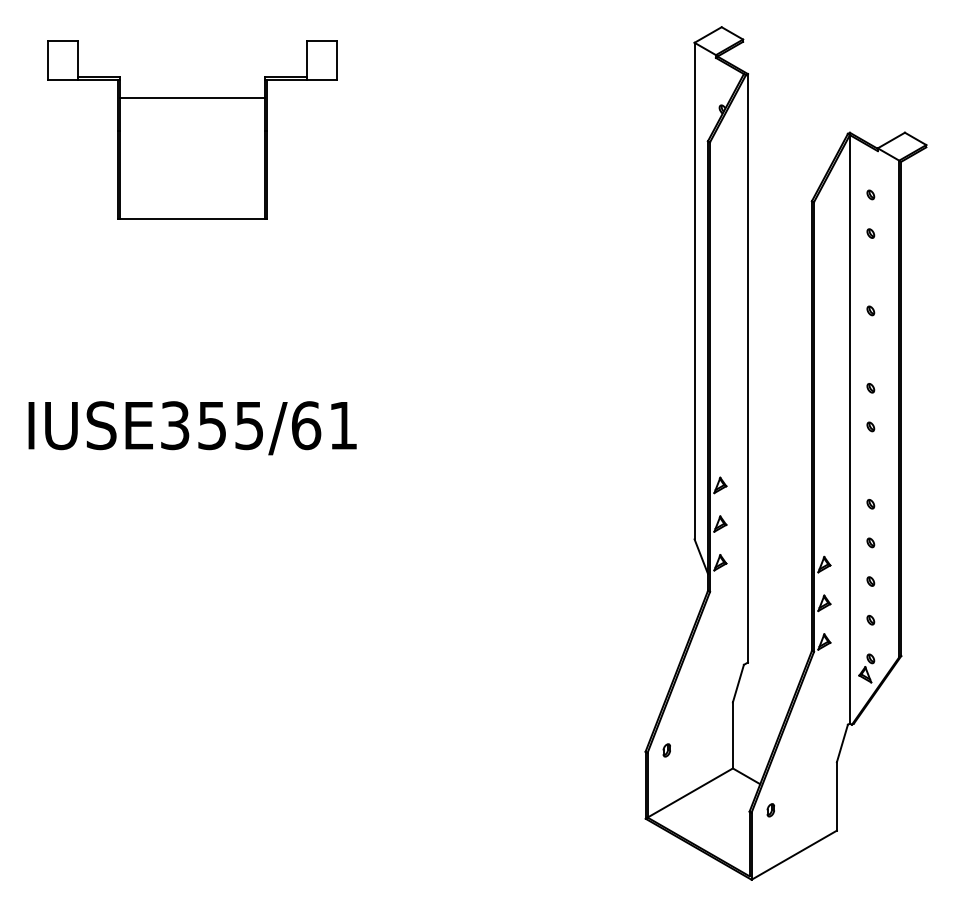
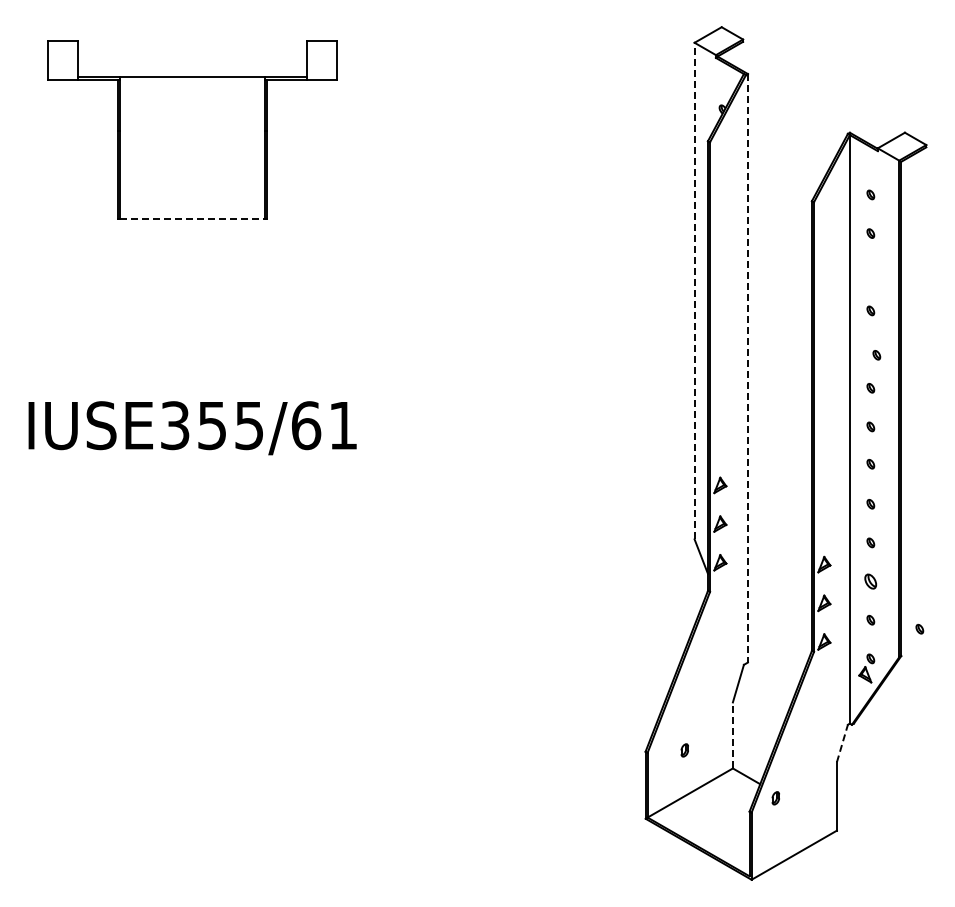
line at (192, 98) position: (192, 98) -> (192, 77)
line at (192, 218): solid -> dashed
line at (694, 290): solid -> dashed
part at (876, 355): none -> present
line at (747, 368): solid -> dashed
part at (870, 464): none -> present
part at (870, 581) size: 10x11 px -> 14x17 px
part at (919, 629): none -> present
line at (732, 734): solid -> dashed
line at (842, 743): solid -> dashed
part at (666, 750) position: (666, 750) -> (684, 750)
part at (770, 810) position: (770, 810) -> (775, 798)
